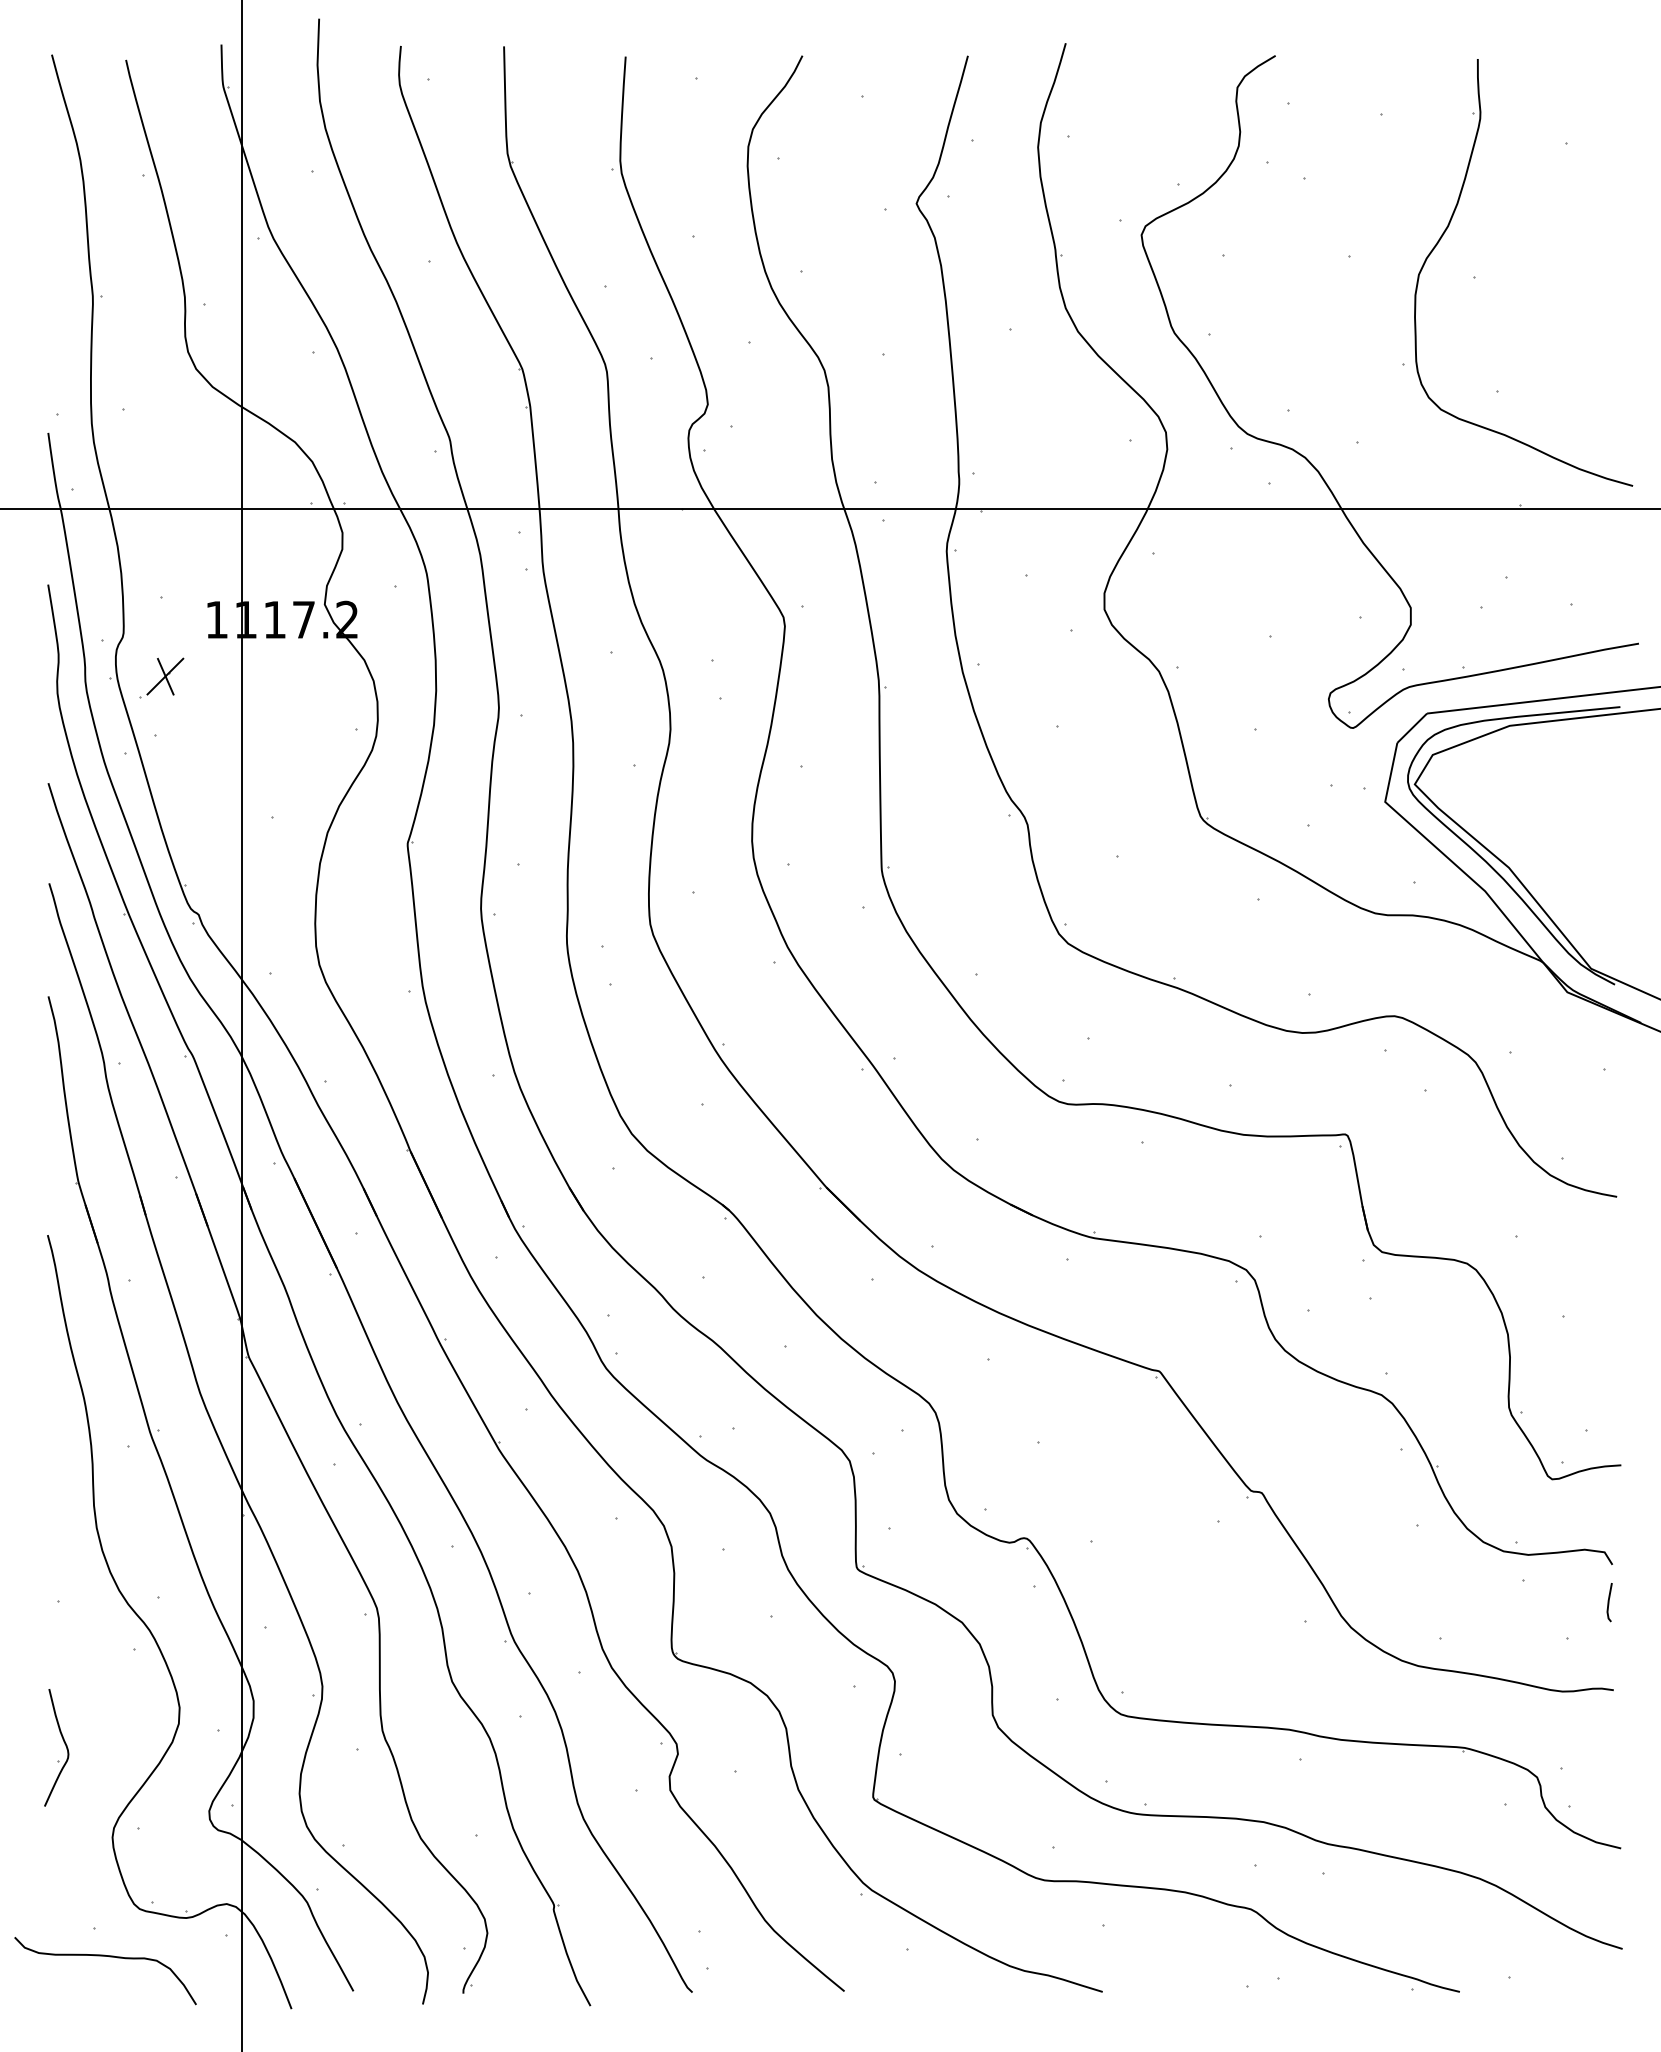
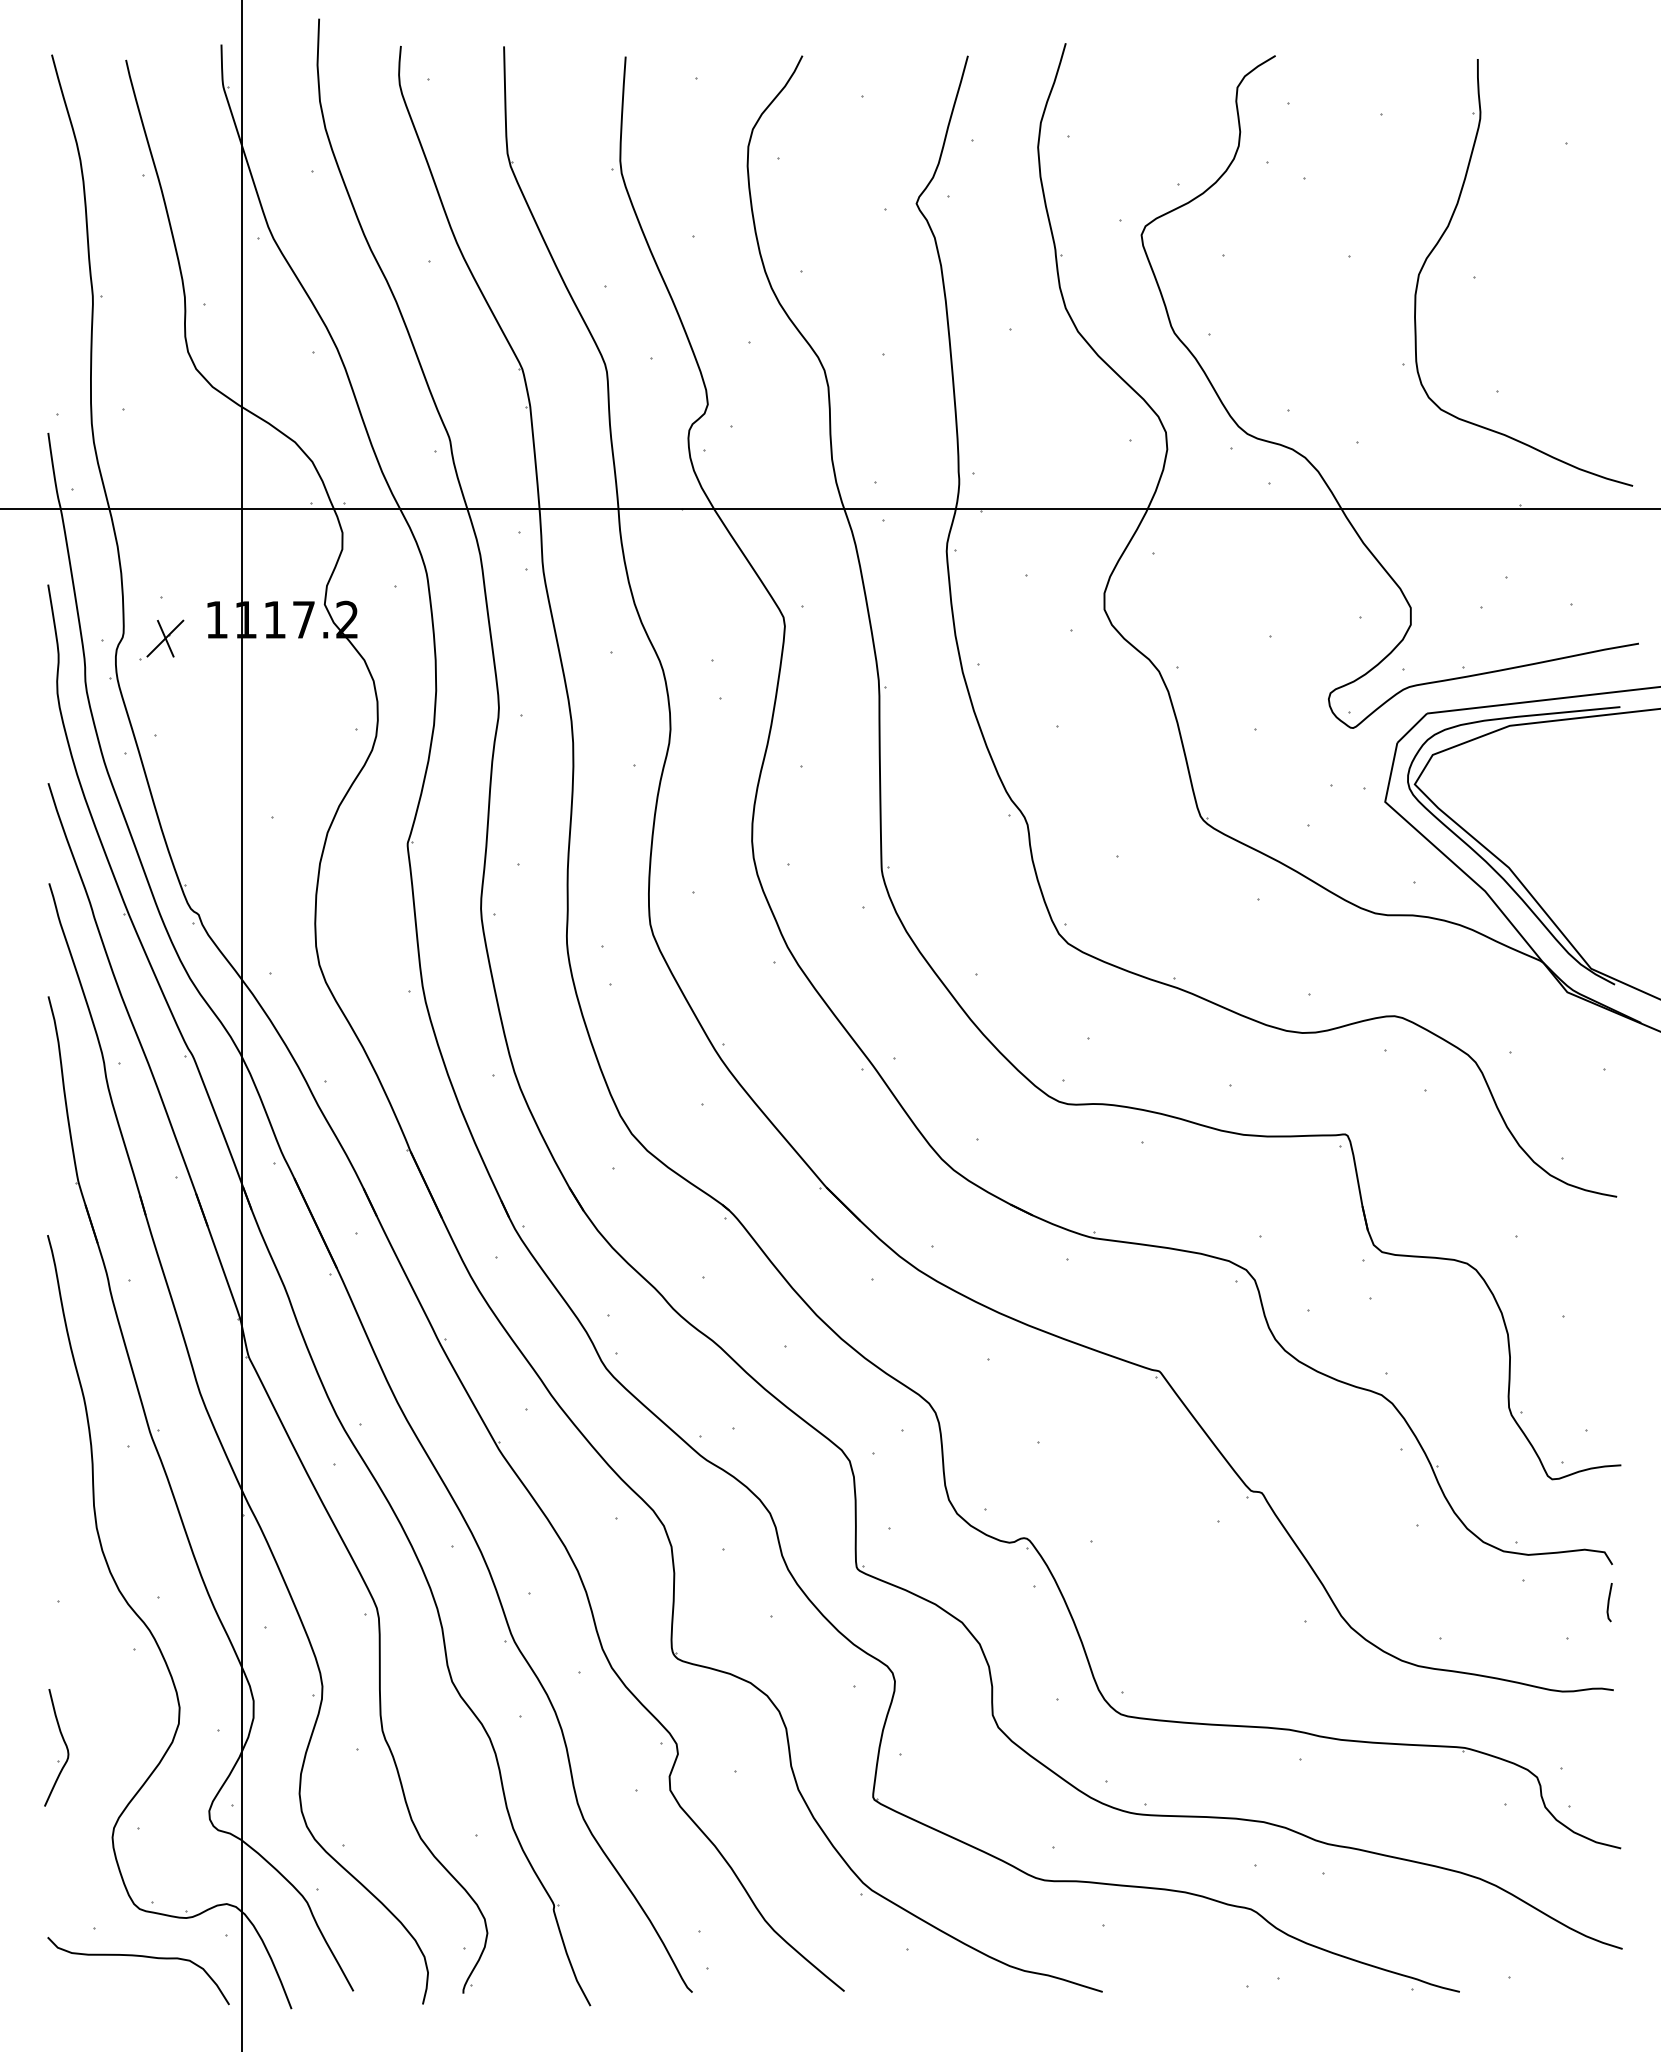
part at (161, 677) position: (161, 677) -> (161, 639)
curve at (109, 1957) position: (109, 1957) -> (142, 1957)
